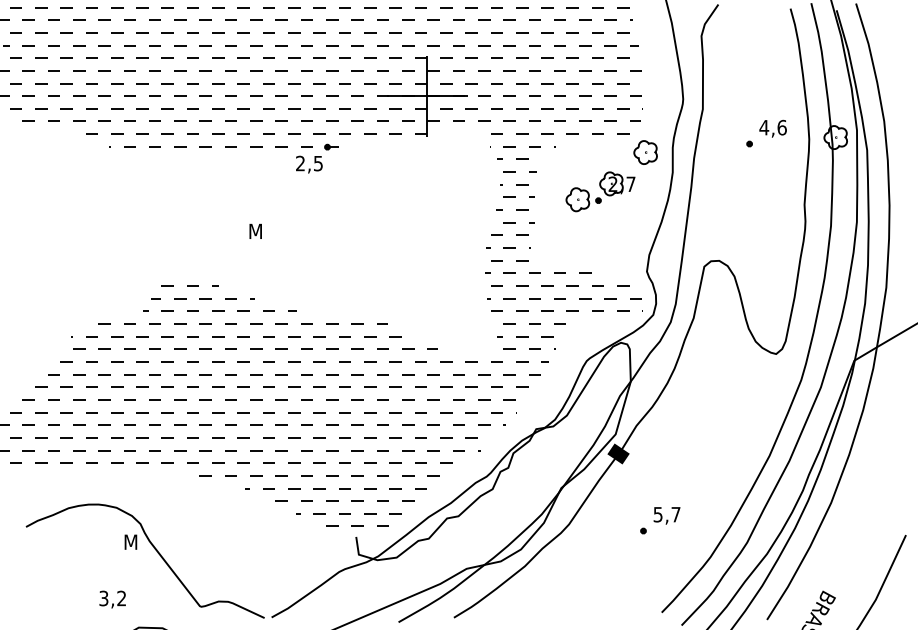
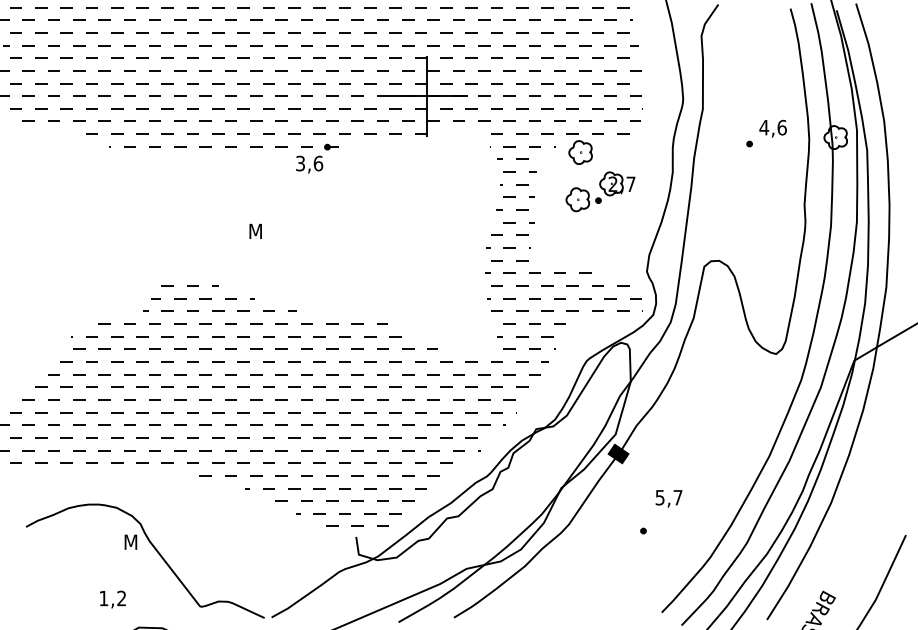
part at (645, 152) position: (645, 152) -> (580, 152)
text at (309, 163): 2,5 -> 3,6
text at (666, 515) position: (666, 515) -> (668, 498)
text at (103, 598): 3,2 -> 1,2
